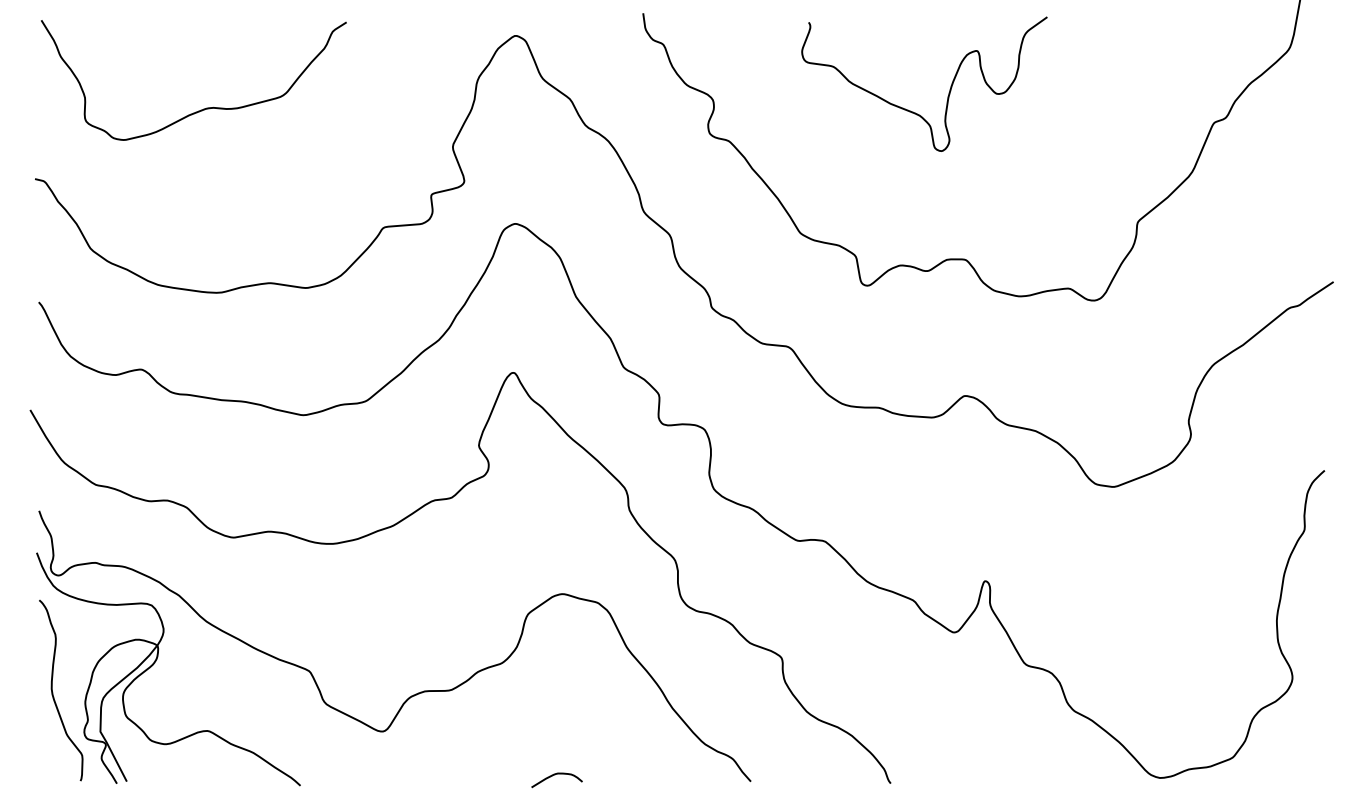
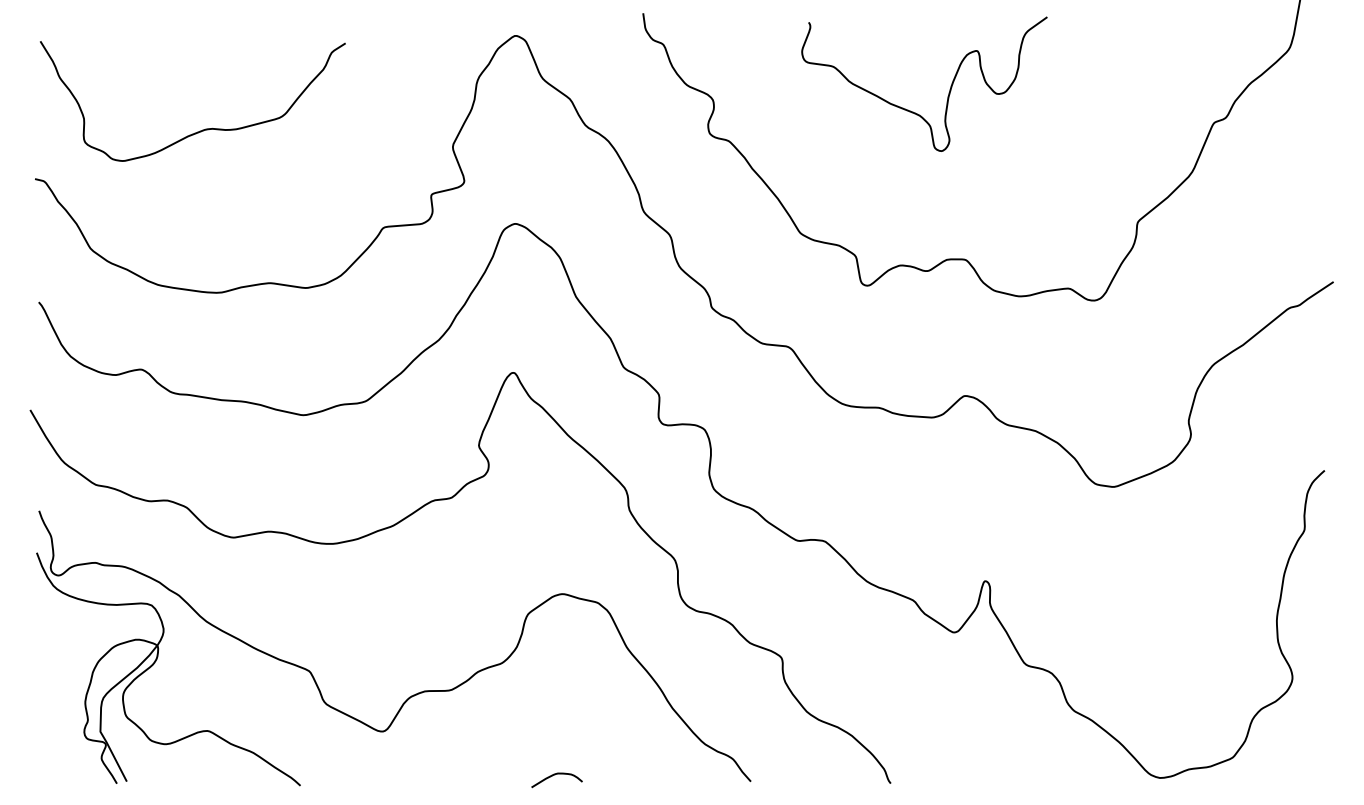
curve at (203, 108) position: (203, 108) -> (202, 129)
curve at (53, 692): present -> none
